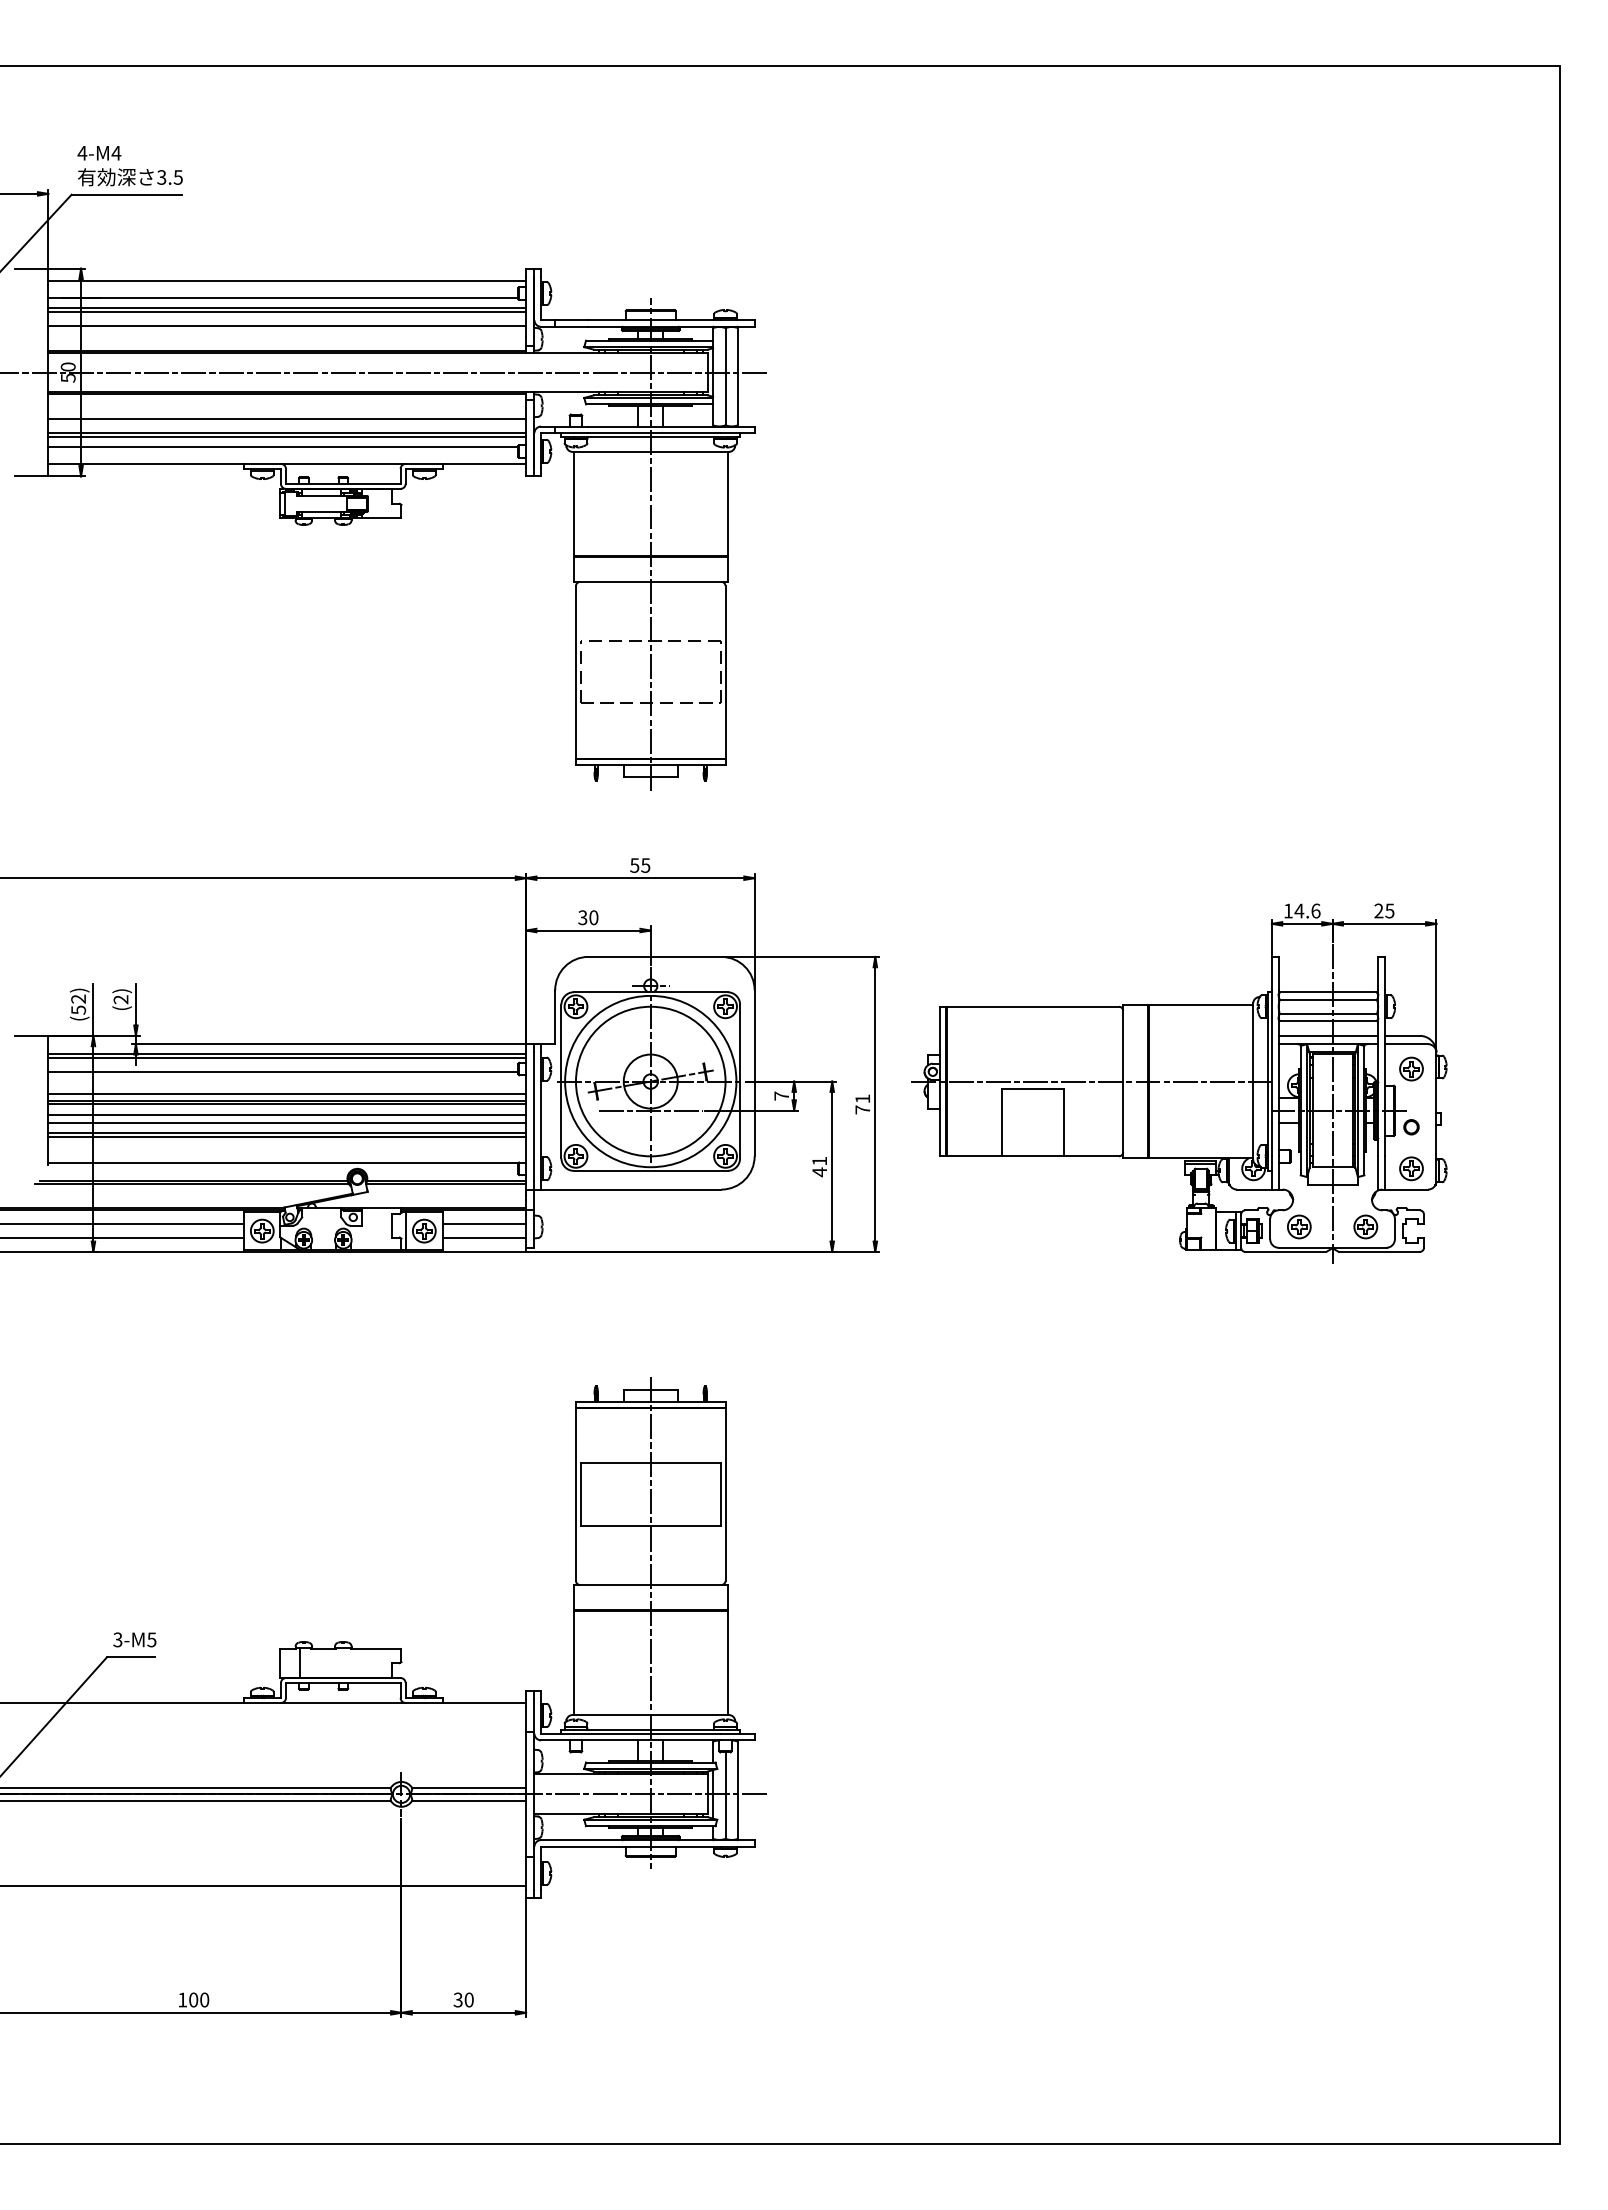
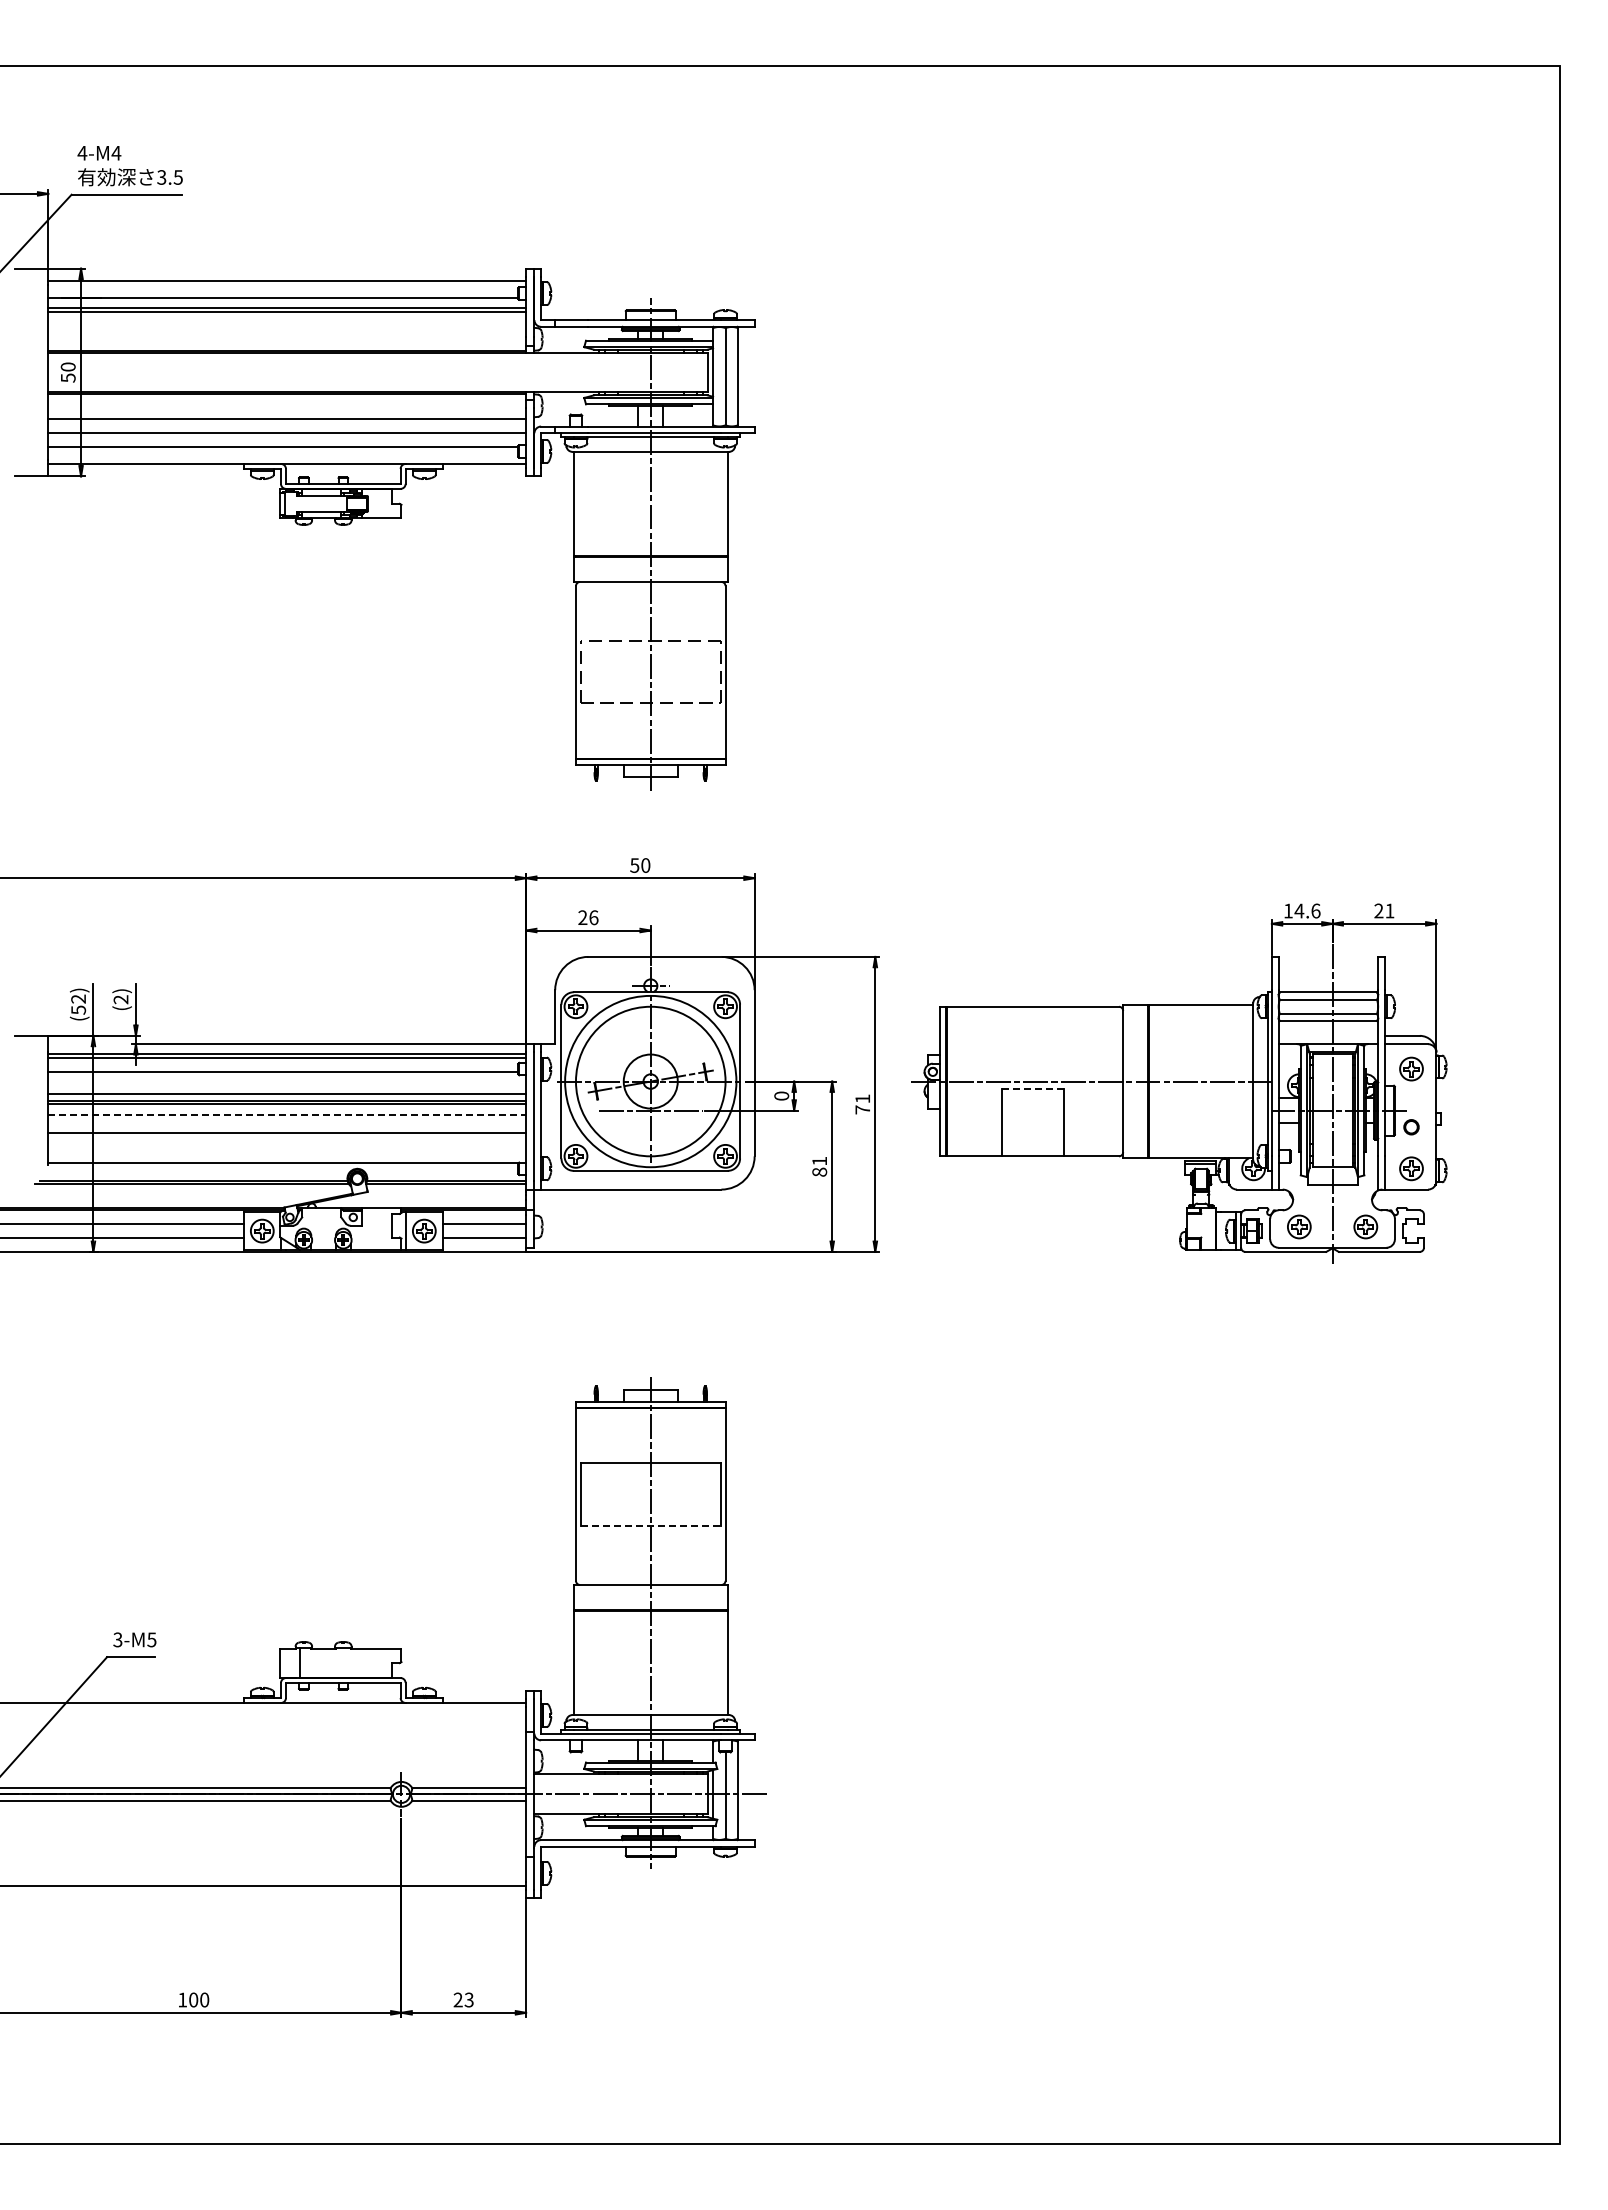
line at (287, 326): present -> none
line at (384, 372): present -> none
line at (287, 436): present -> none
text at (645, 865): 55 -> 50
text at (1389, 910): 25 -> 21
text at (588, 917): 30 -> 26
line at (1328, 1035): present -> none
line at (1033, 1089): solid -> dashed
text at (781, 1095): 7 -> 0
line at (287, 1115): solid -> dashed
line at (287, 1122): present -> none
line at (287, 1137): present -> none
text at (819, 1172): 41 -> 81
line at (651, 1525): solid -> dashed
text at (463, 1999): 30 -> 23
